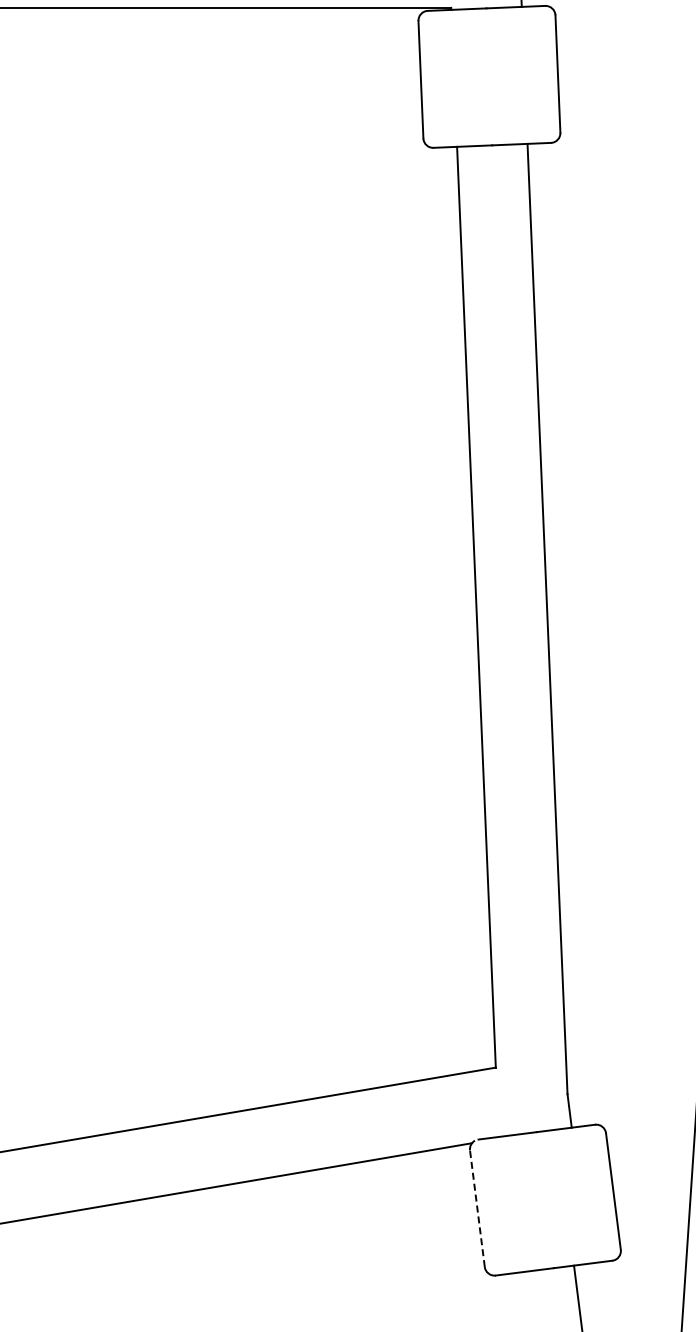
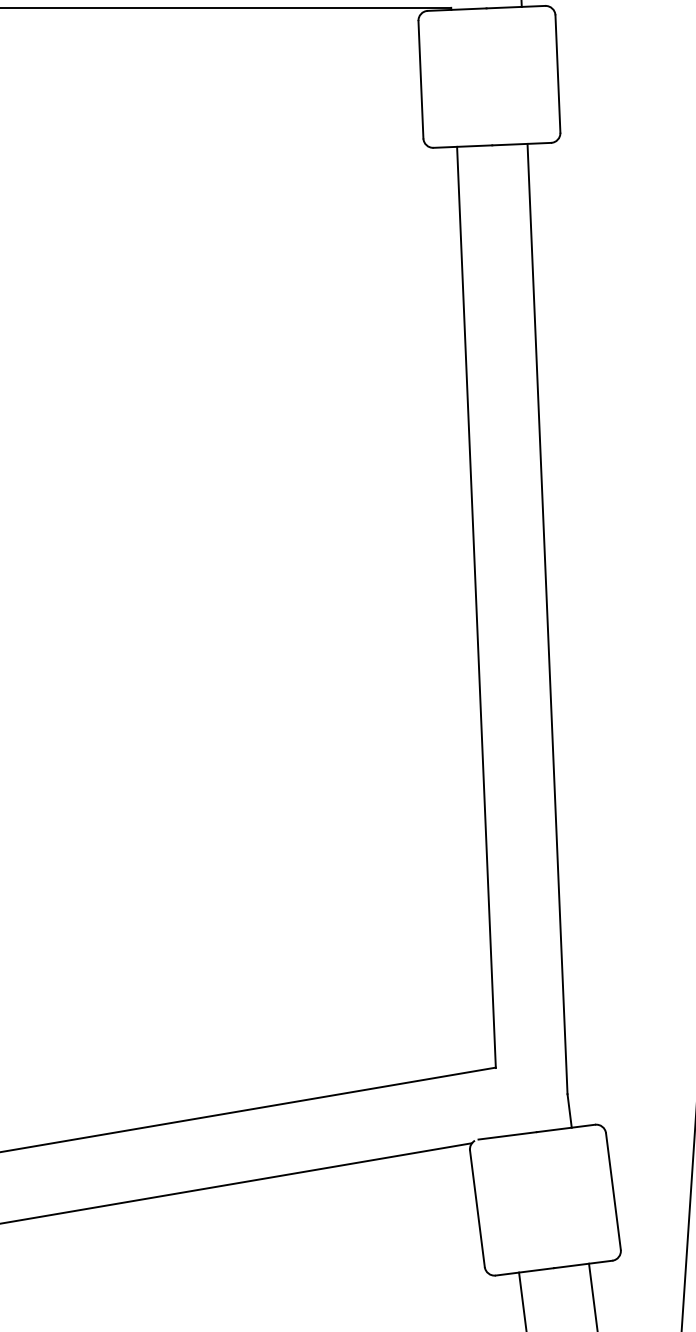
line at (477, 1208): dashed -> solid
line at (577, 1296) position: (577, 1296) -> (593, 1295)
line at (522, 1300): none -> present
